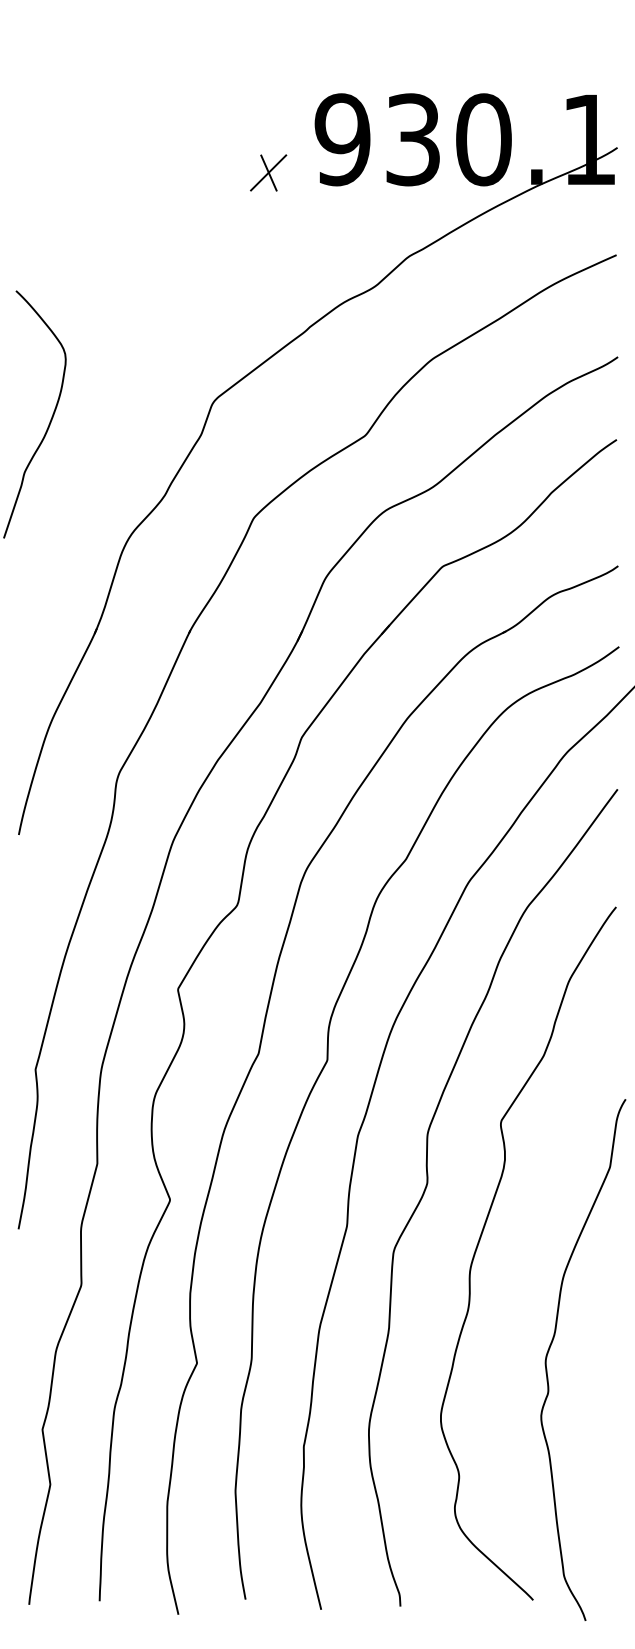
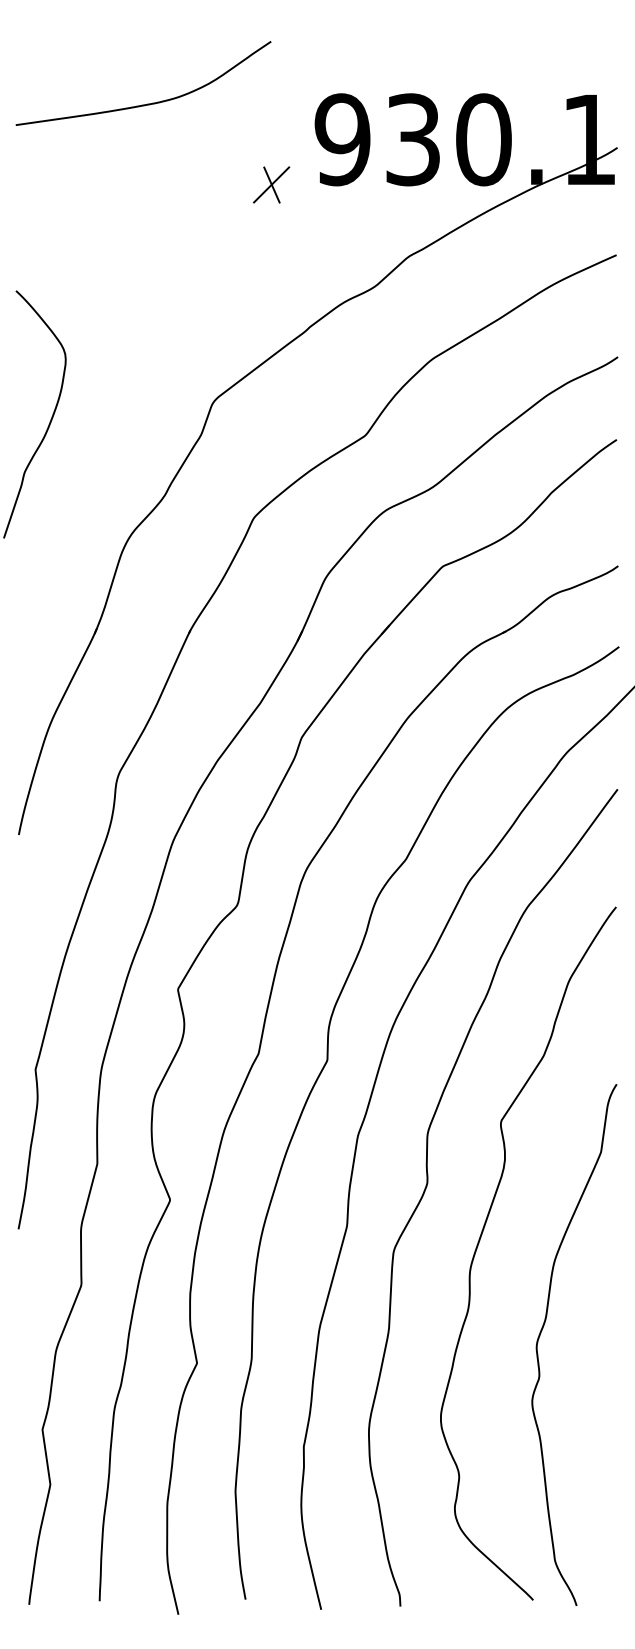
curve at (147, 103): none -> present
part at (268, 172) position: (268, 172) -> (271, 184)
curve at (550, 1348) position: (550, 1348) -> (541, 1333)
